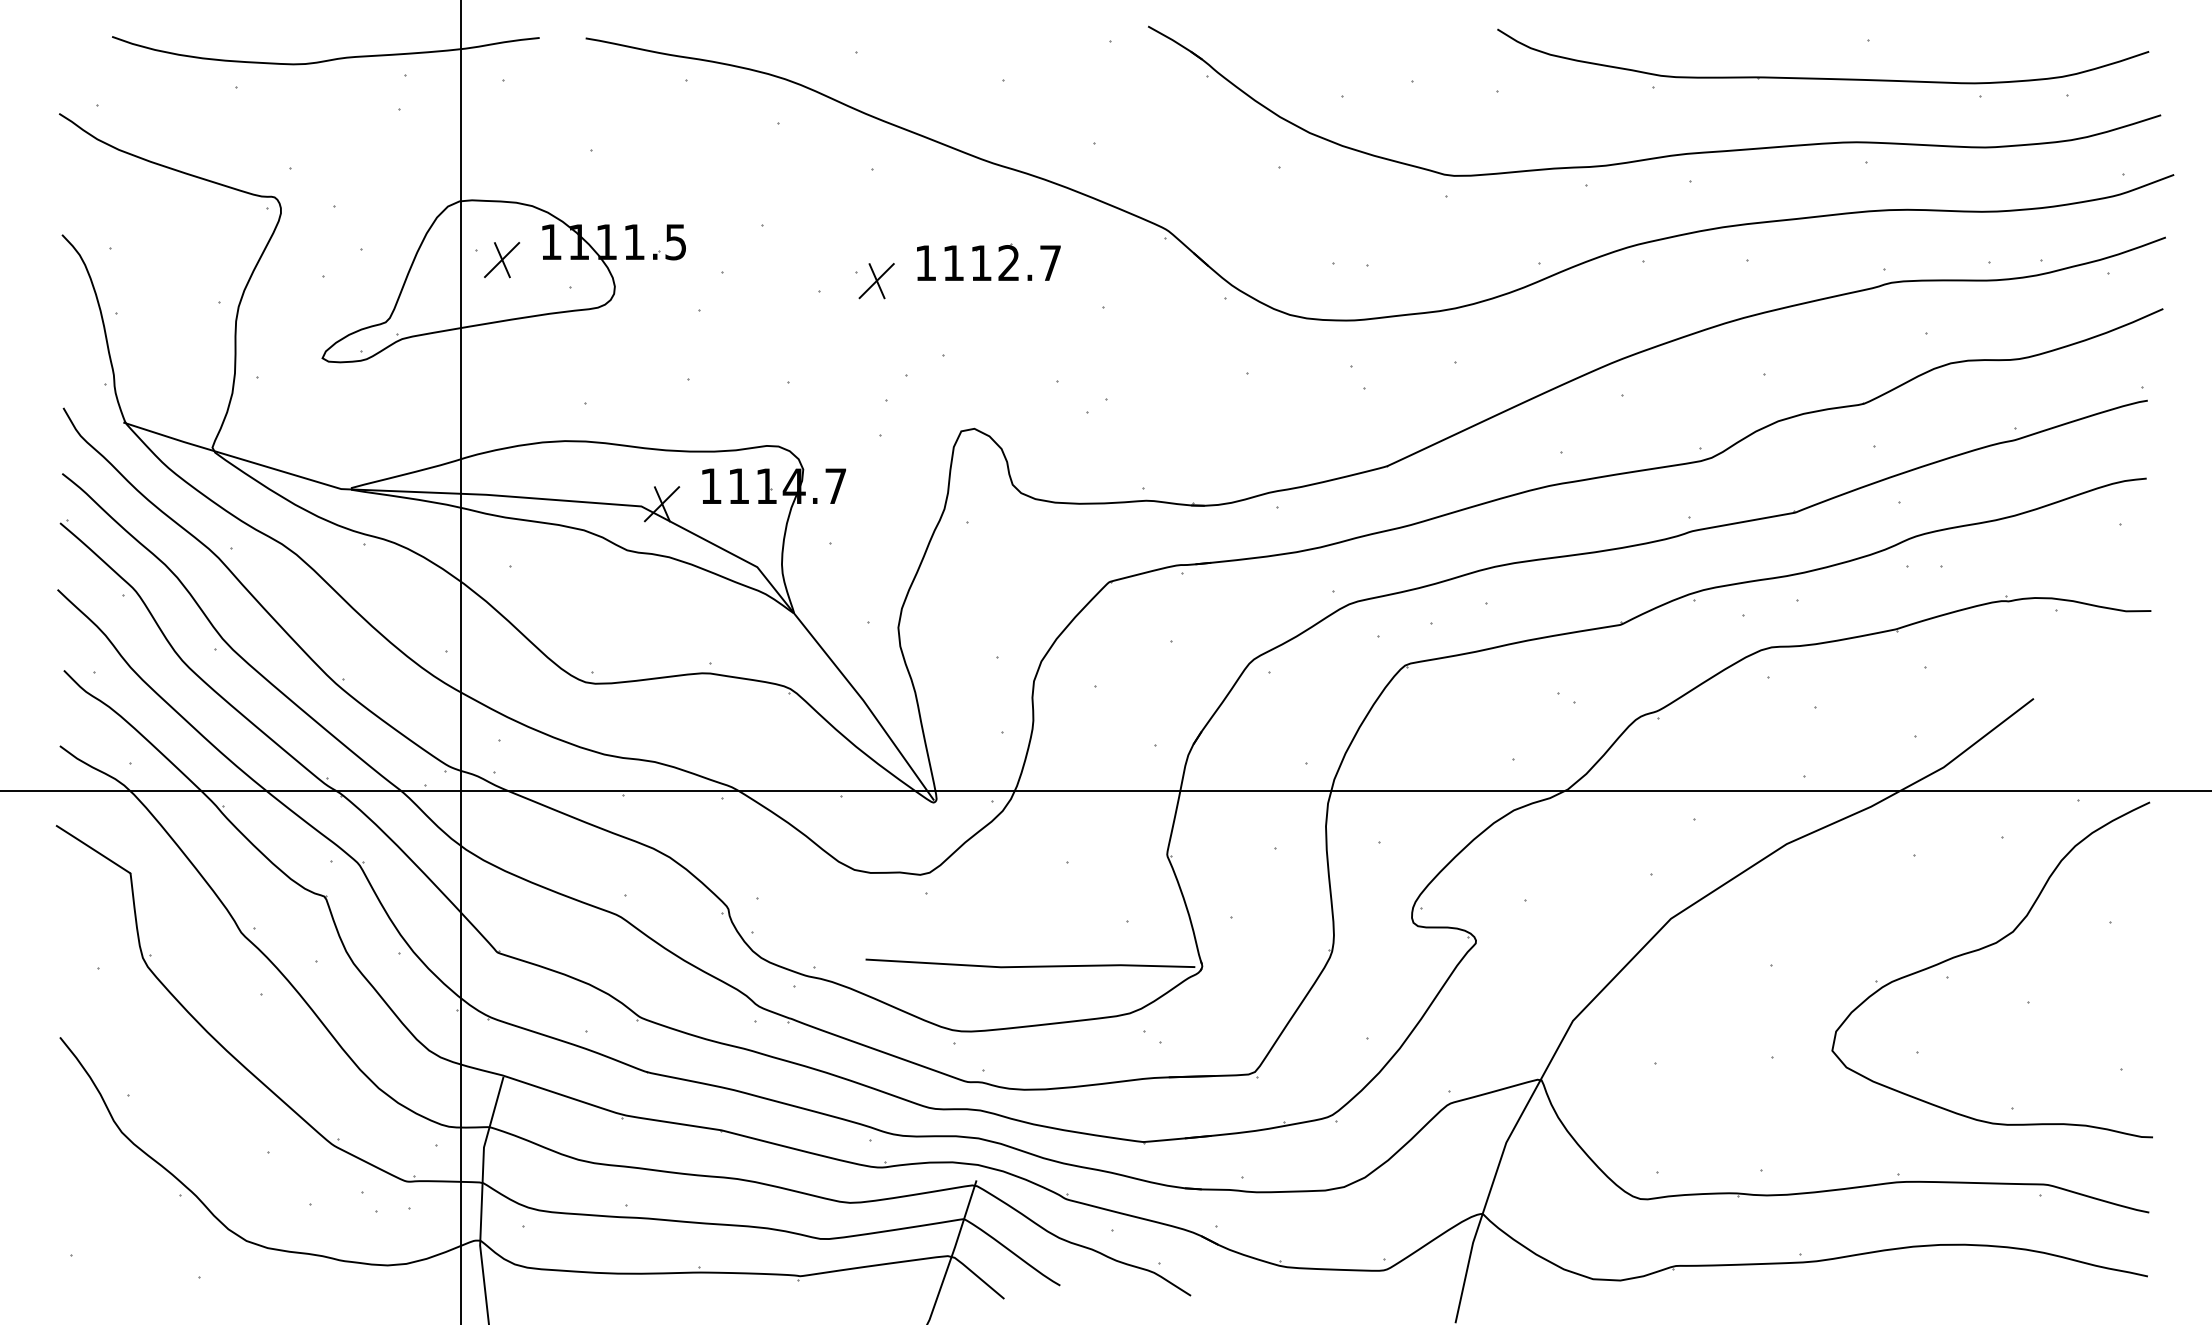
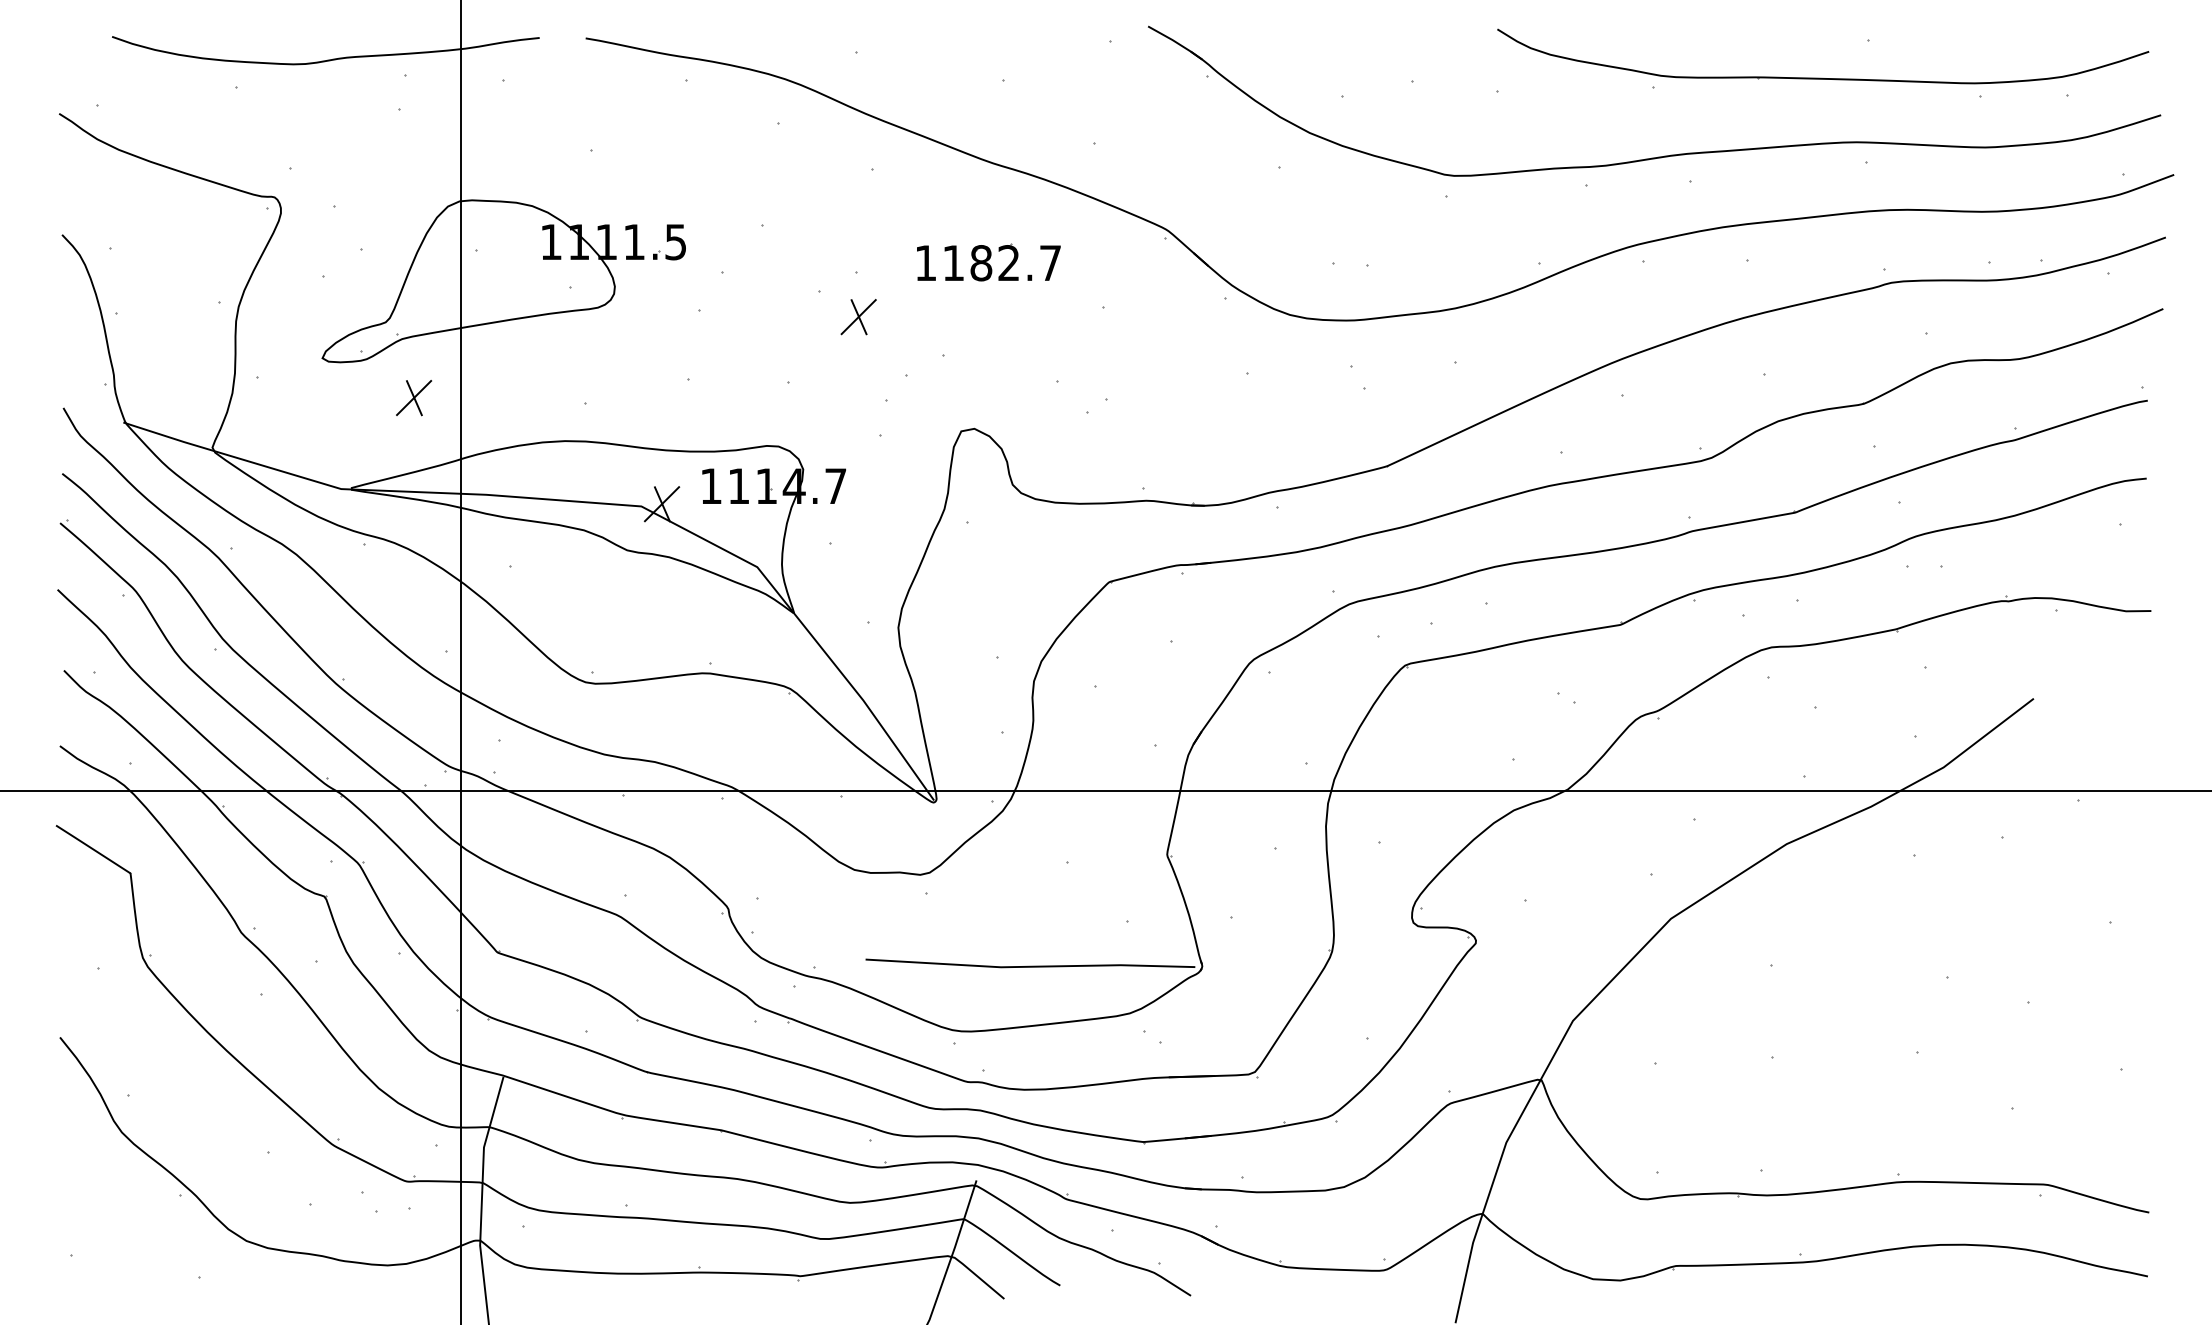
part at (501, 260) position: (501, 260) -> (413, 398)
text at (981, 263): 1112.7 -> 1182.7
part at (876, 281) position: (876, 281) -> (858, 317)
part at (1985, 948): present -> none
